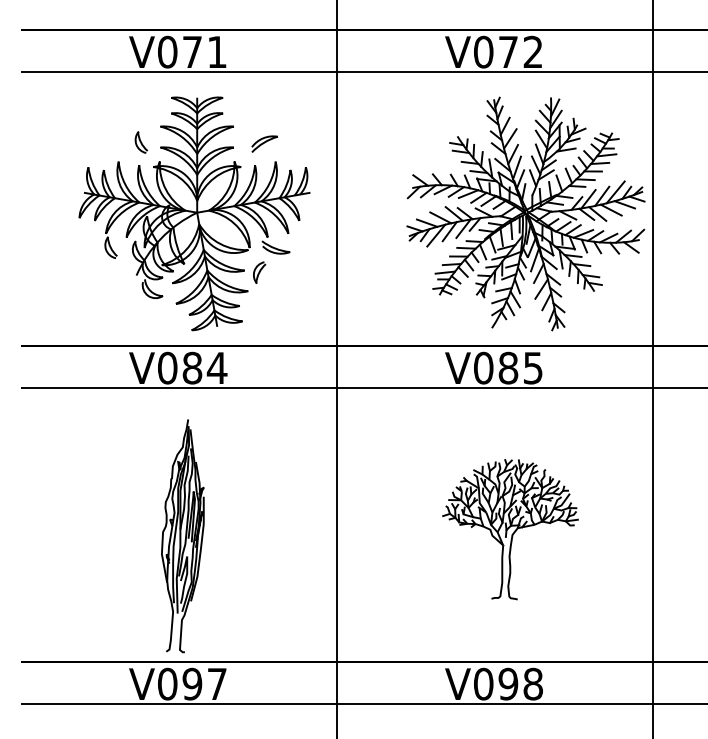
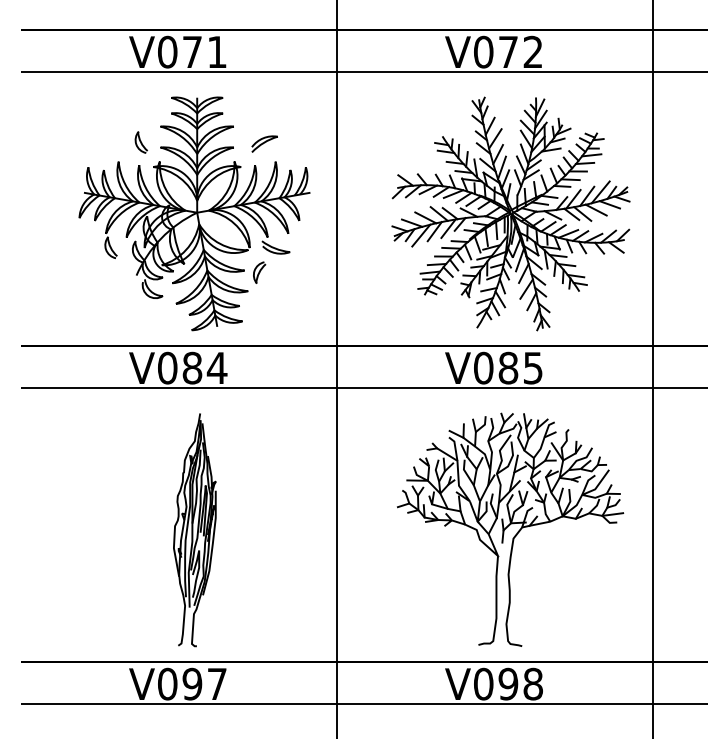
part at (525, 213) position: (525, 213) -> (510, 213)
part at (510, 529) size: 137x142 px -> 228x235 px
part at (182, 536) position: (182, 536) -> (194, 530)
